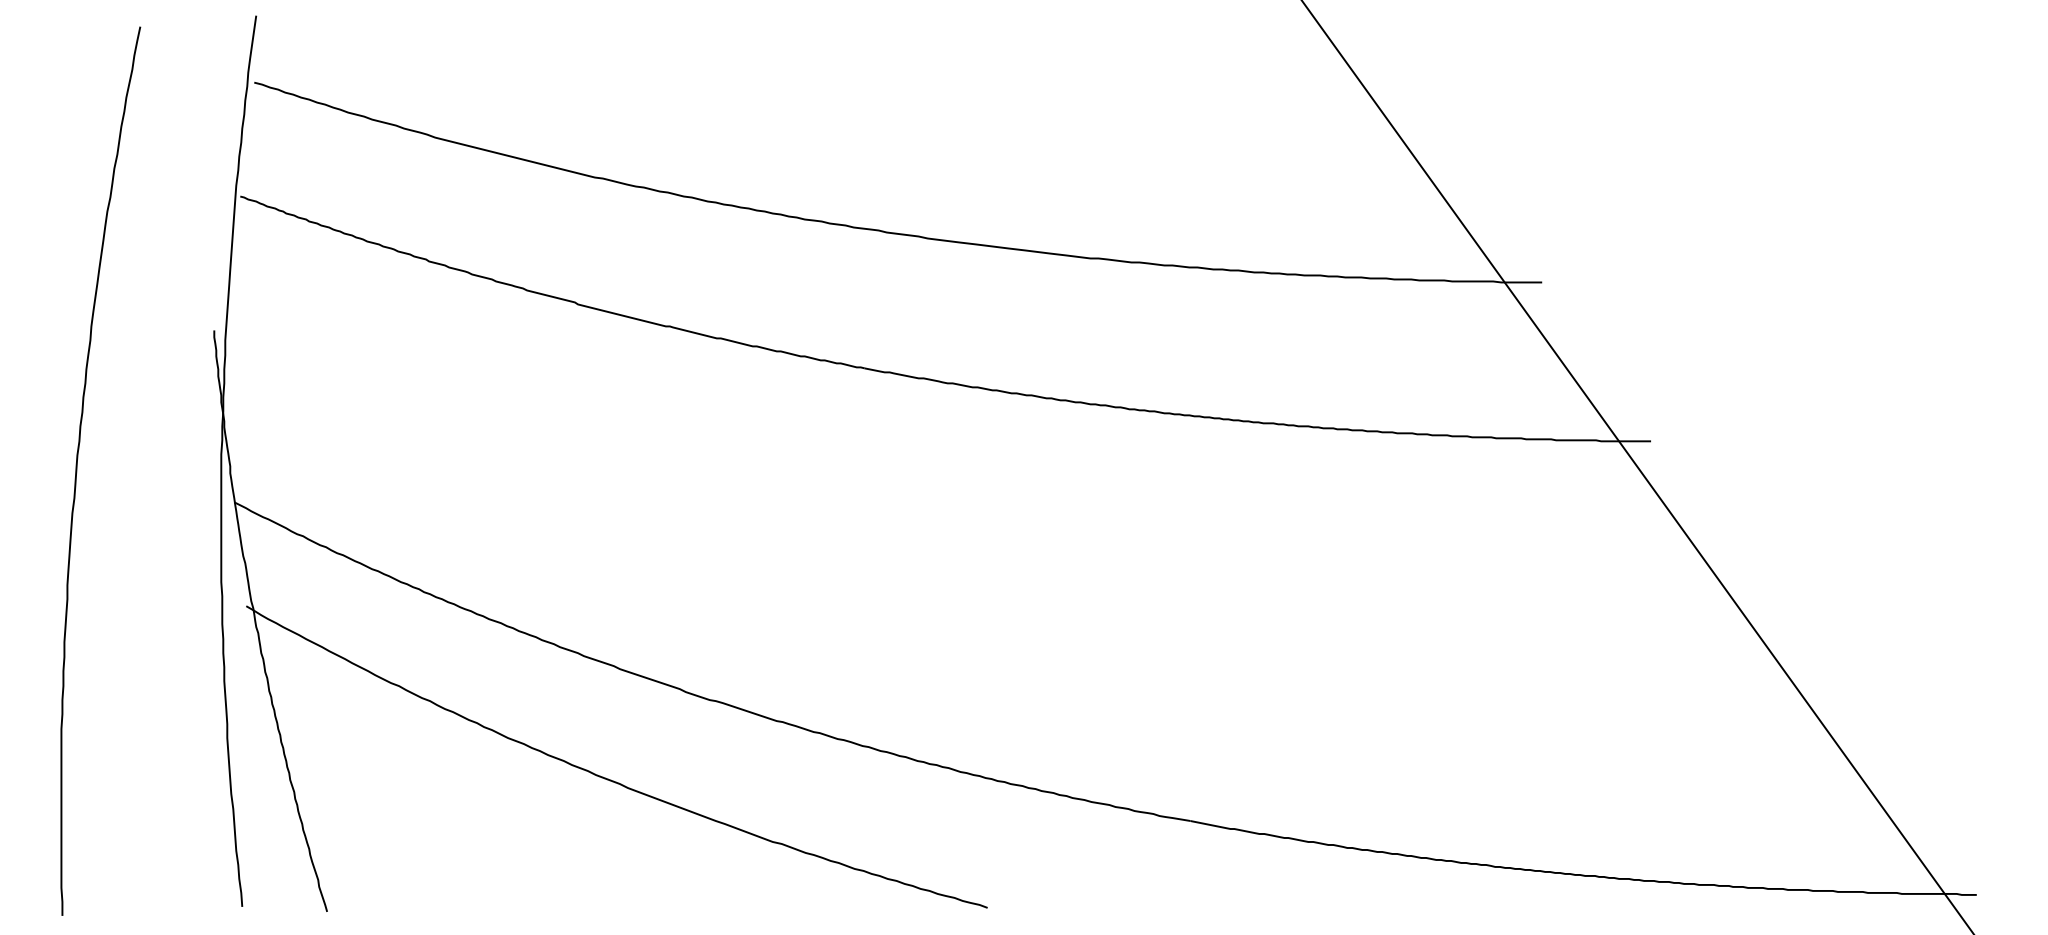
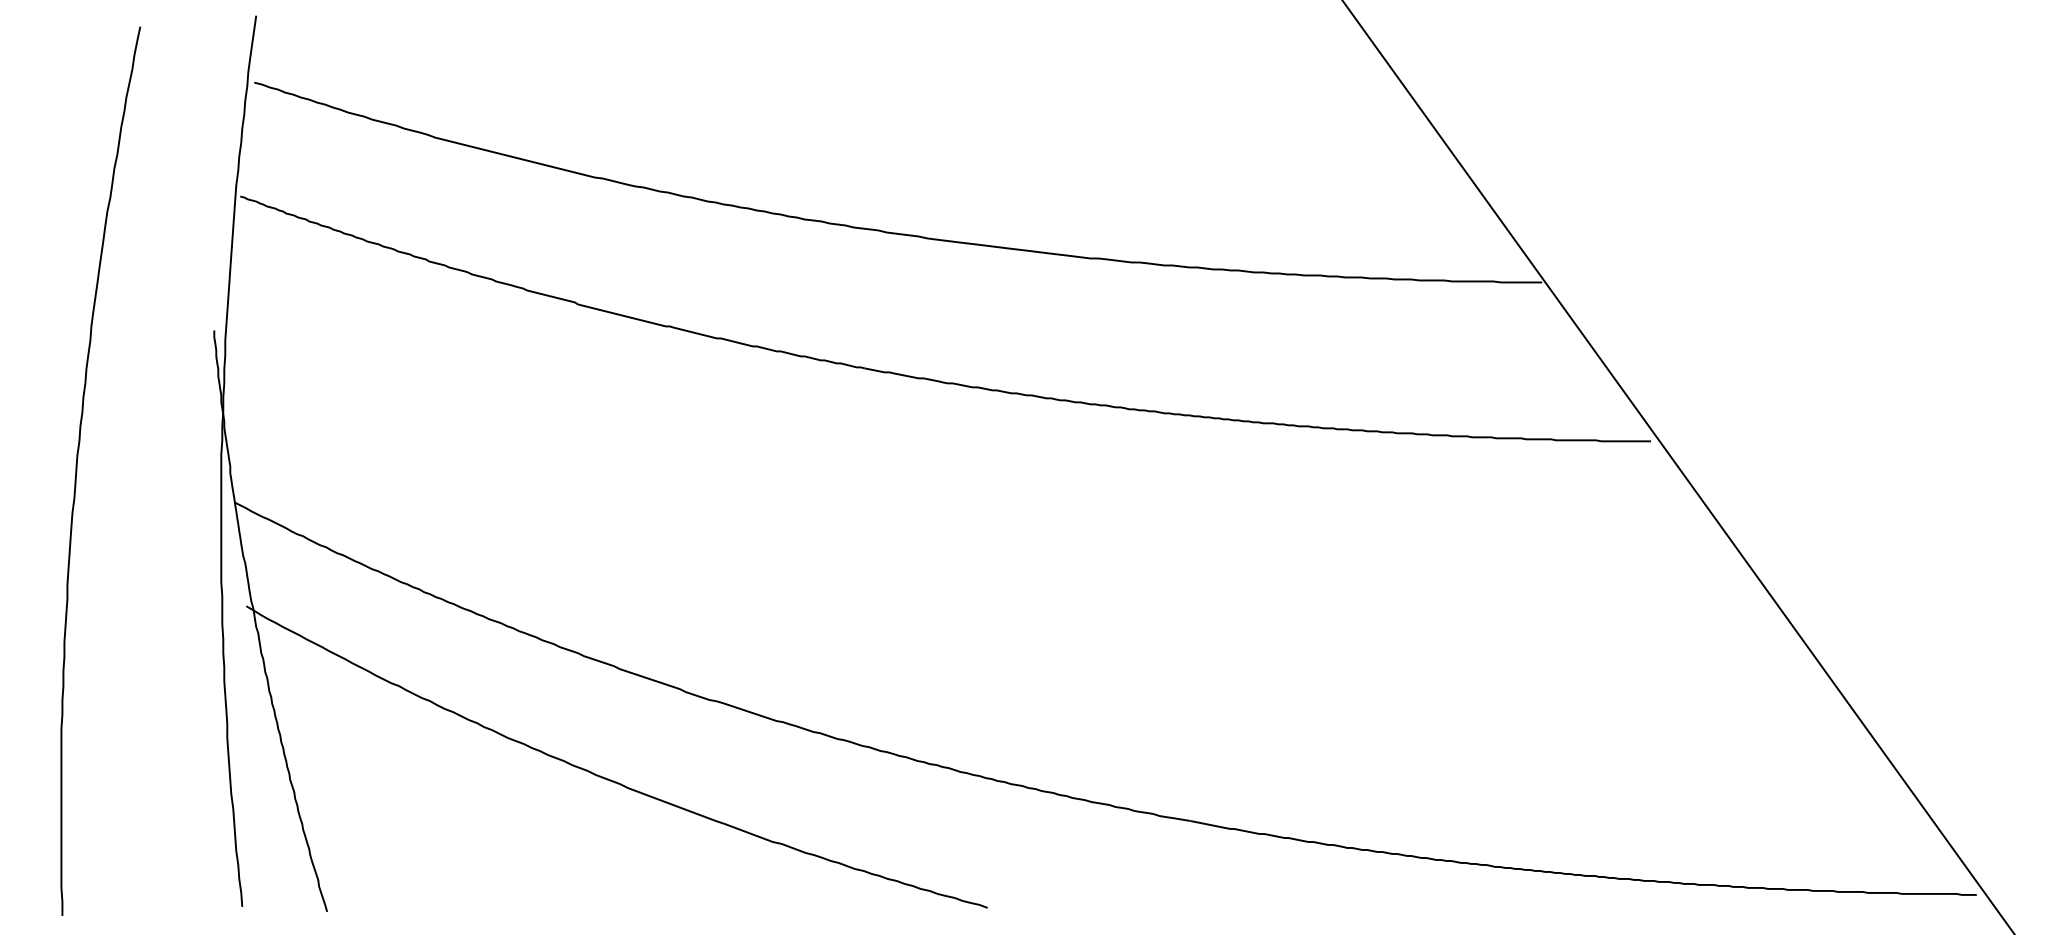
line at (1637, 466) position: (1637, 466) -> (1678, 466)
